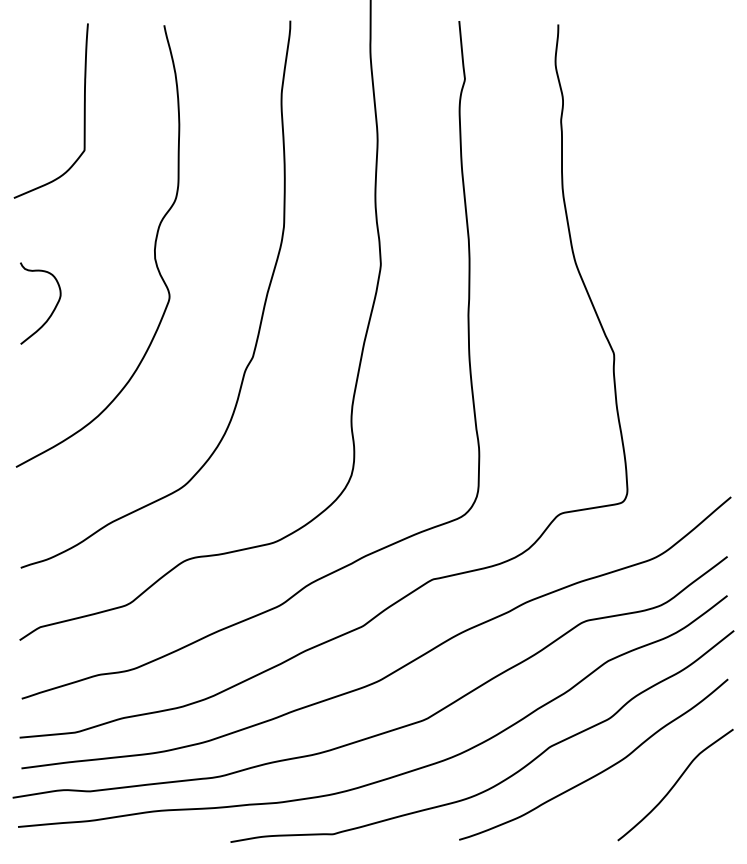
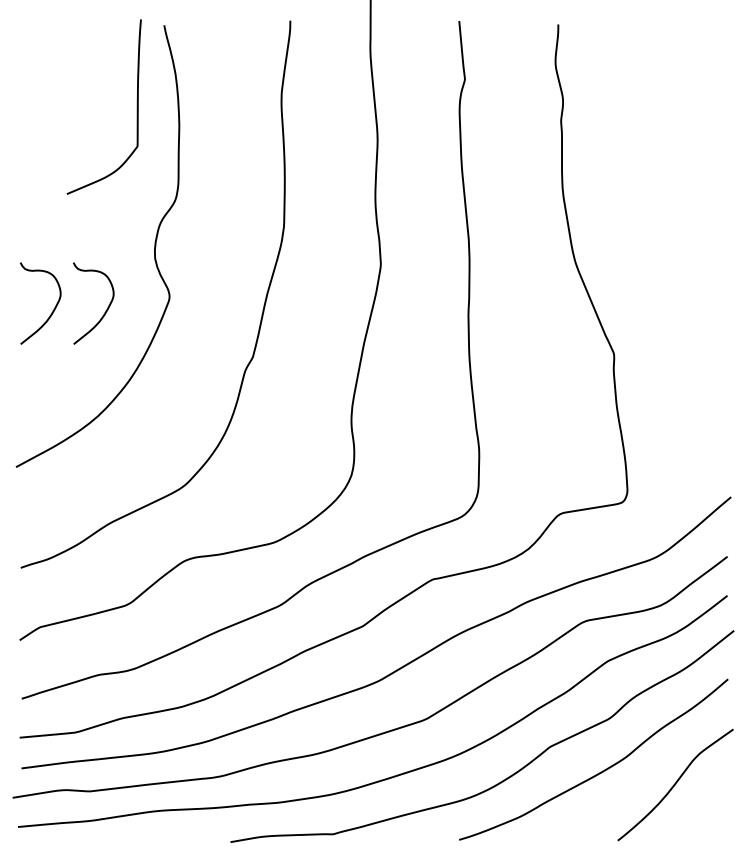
curve at (83, 110) position: (83, 110) -> (136, 106)
curve at (105, 310): none -> present
